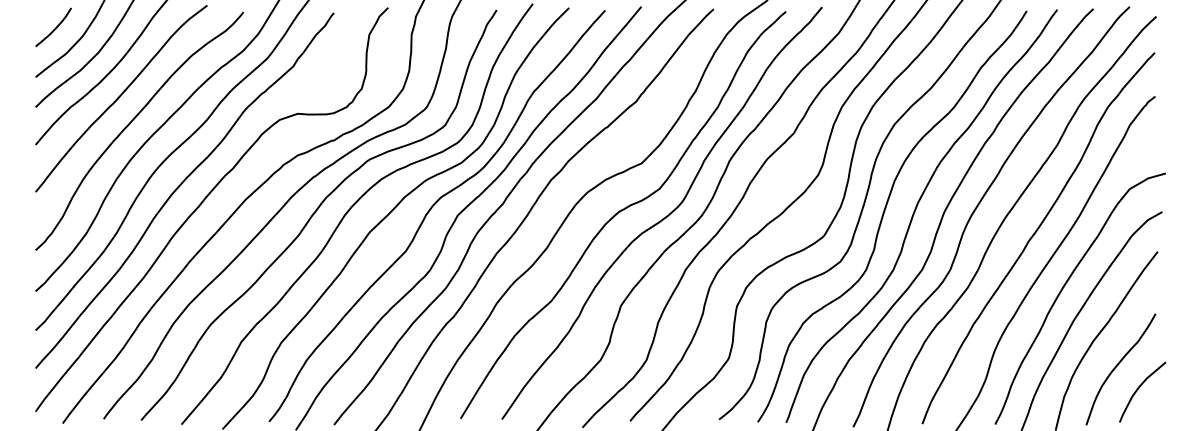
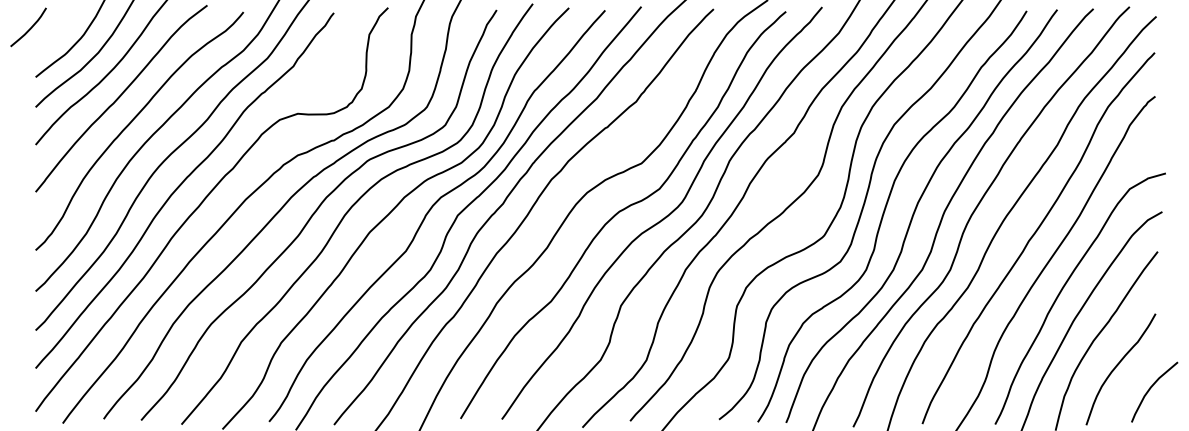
curve at (54, 28) position: (54, 28) -> (29, 28)
curve at (1139, 388) position: (1139, 388) -> (1151, 388)
